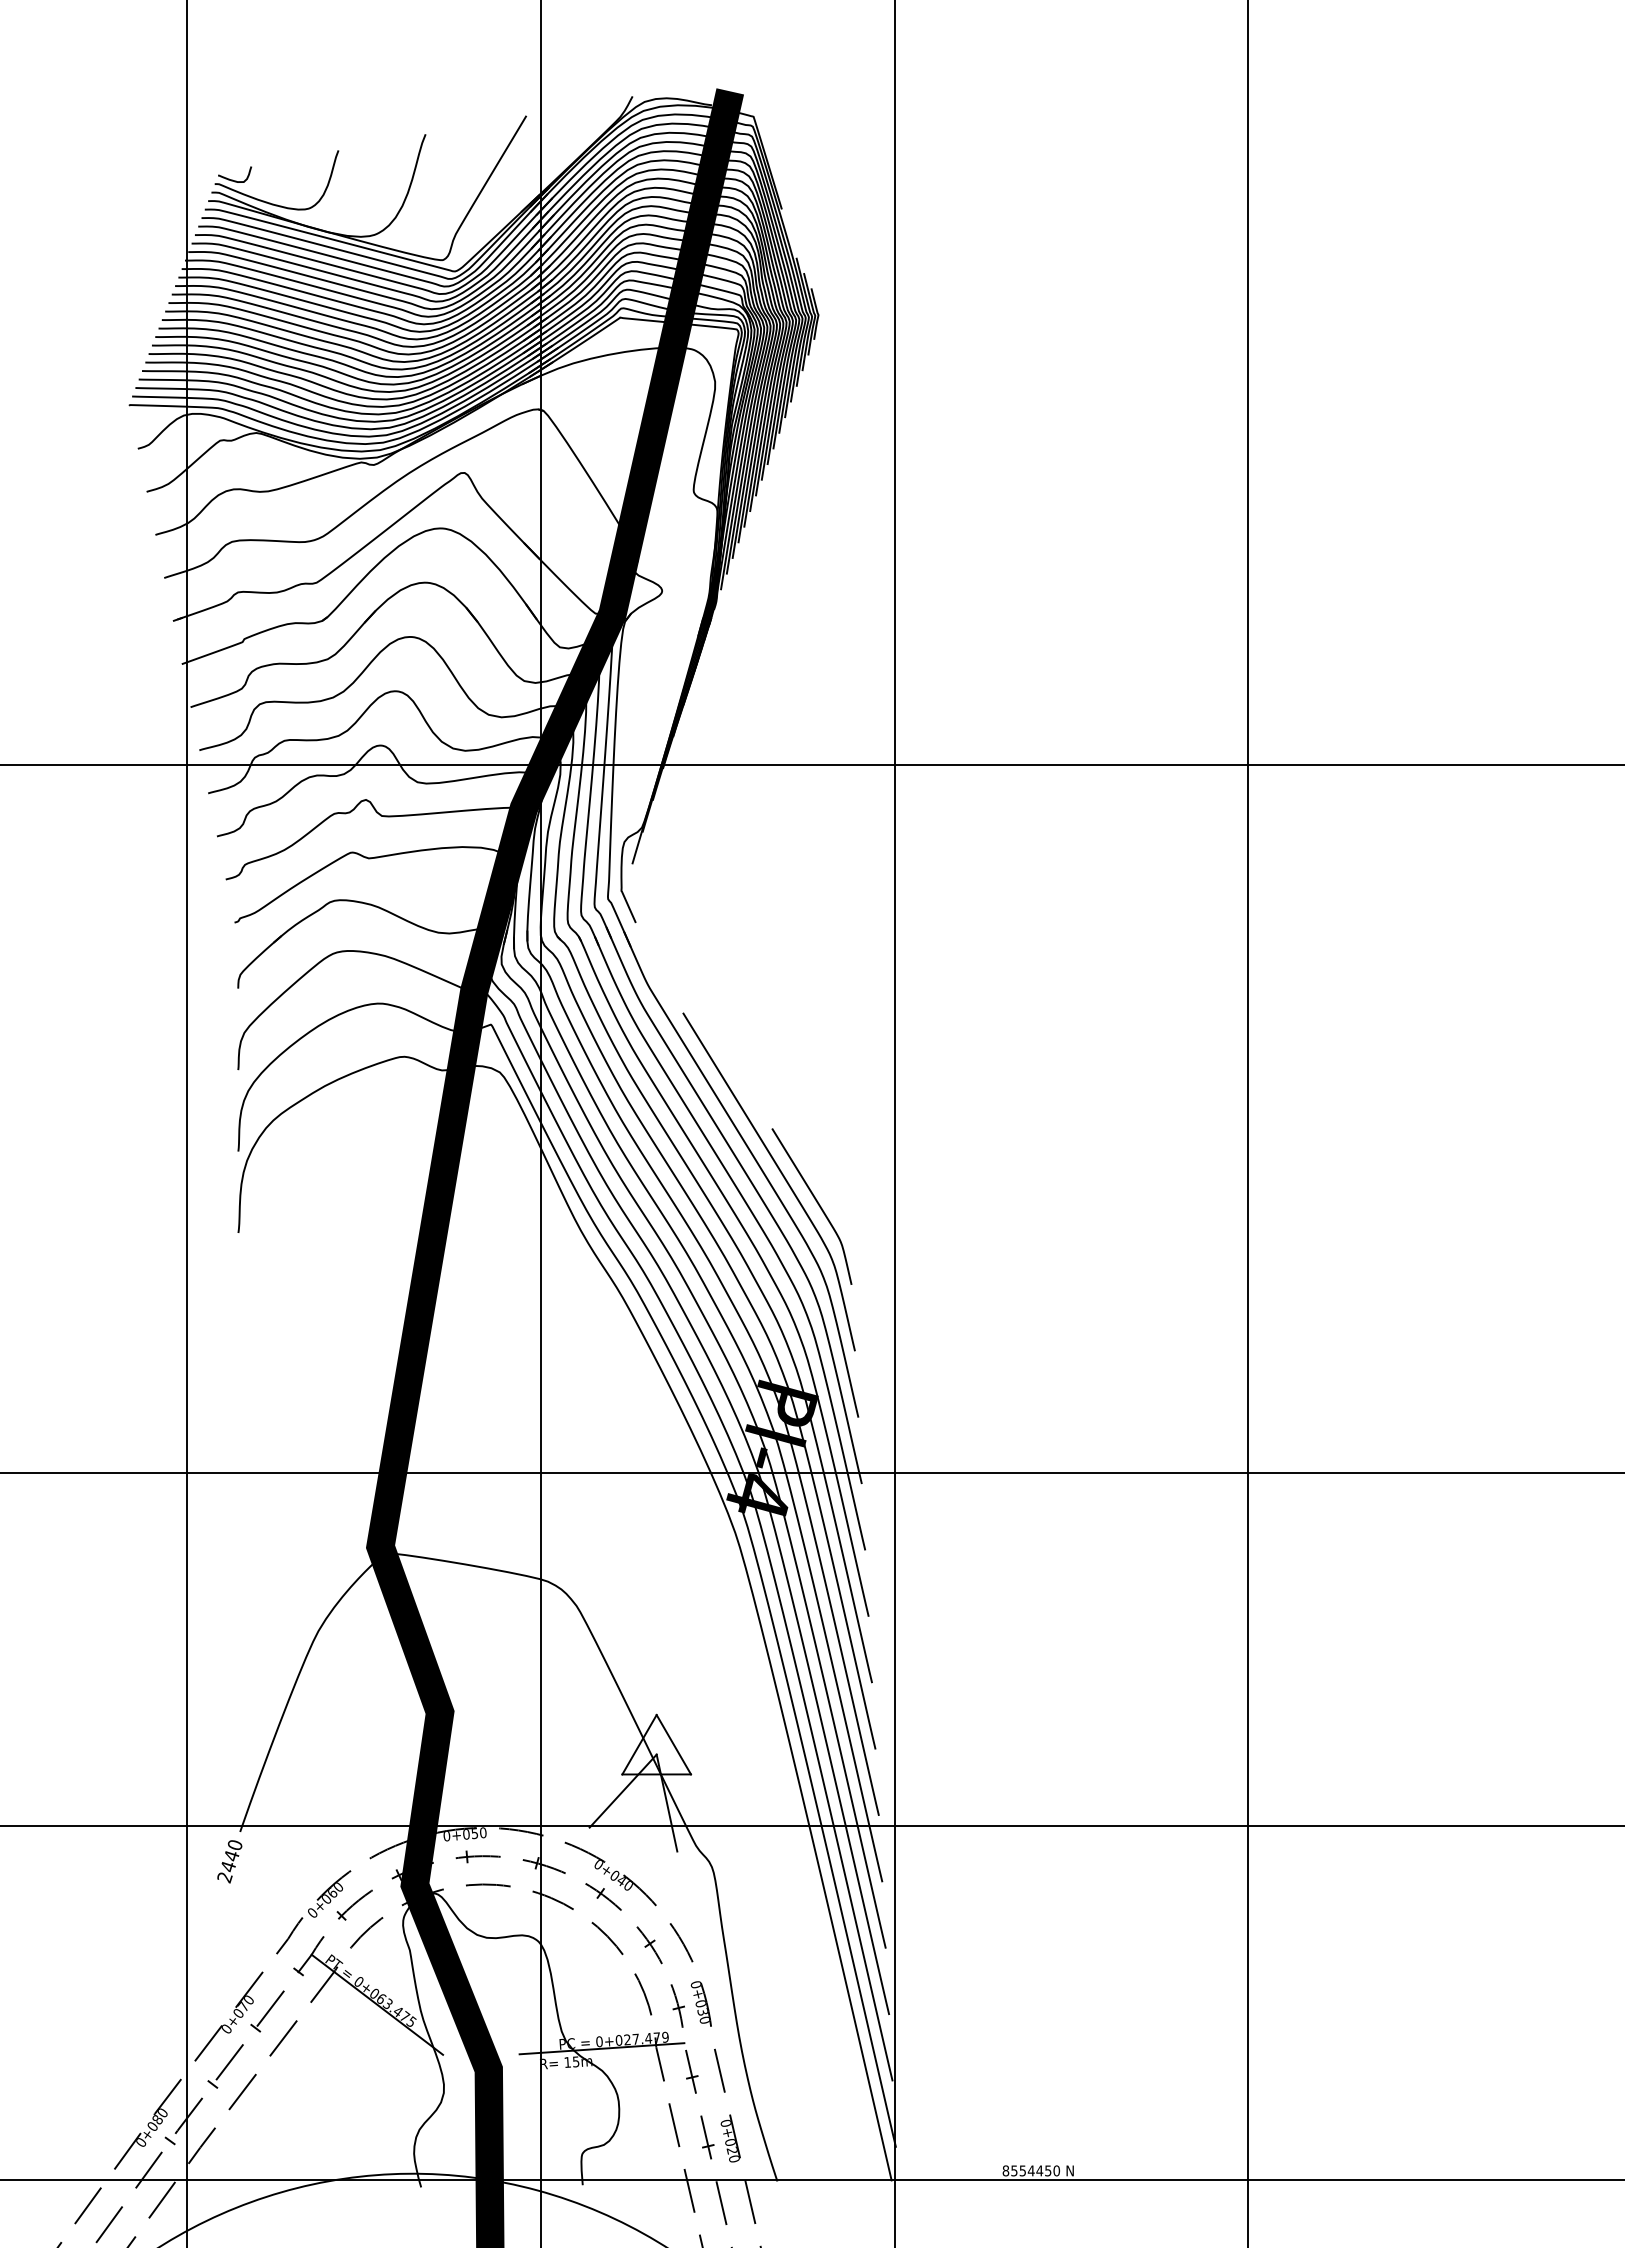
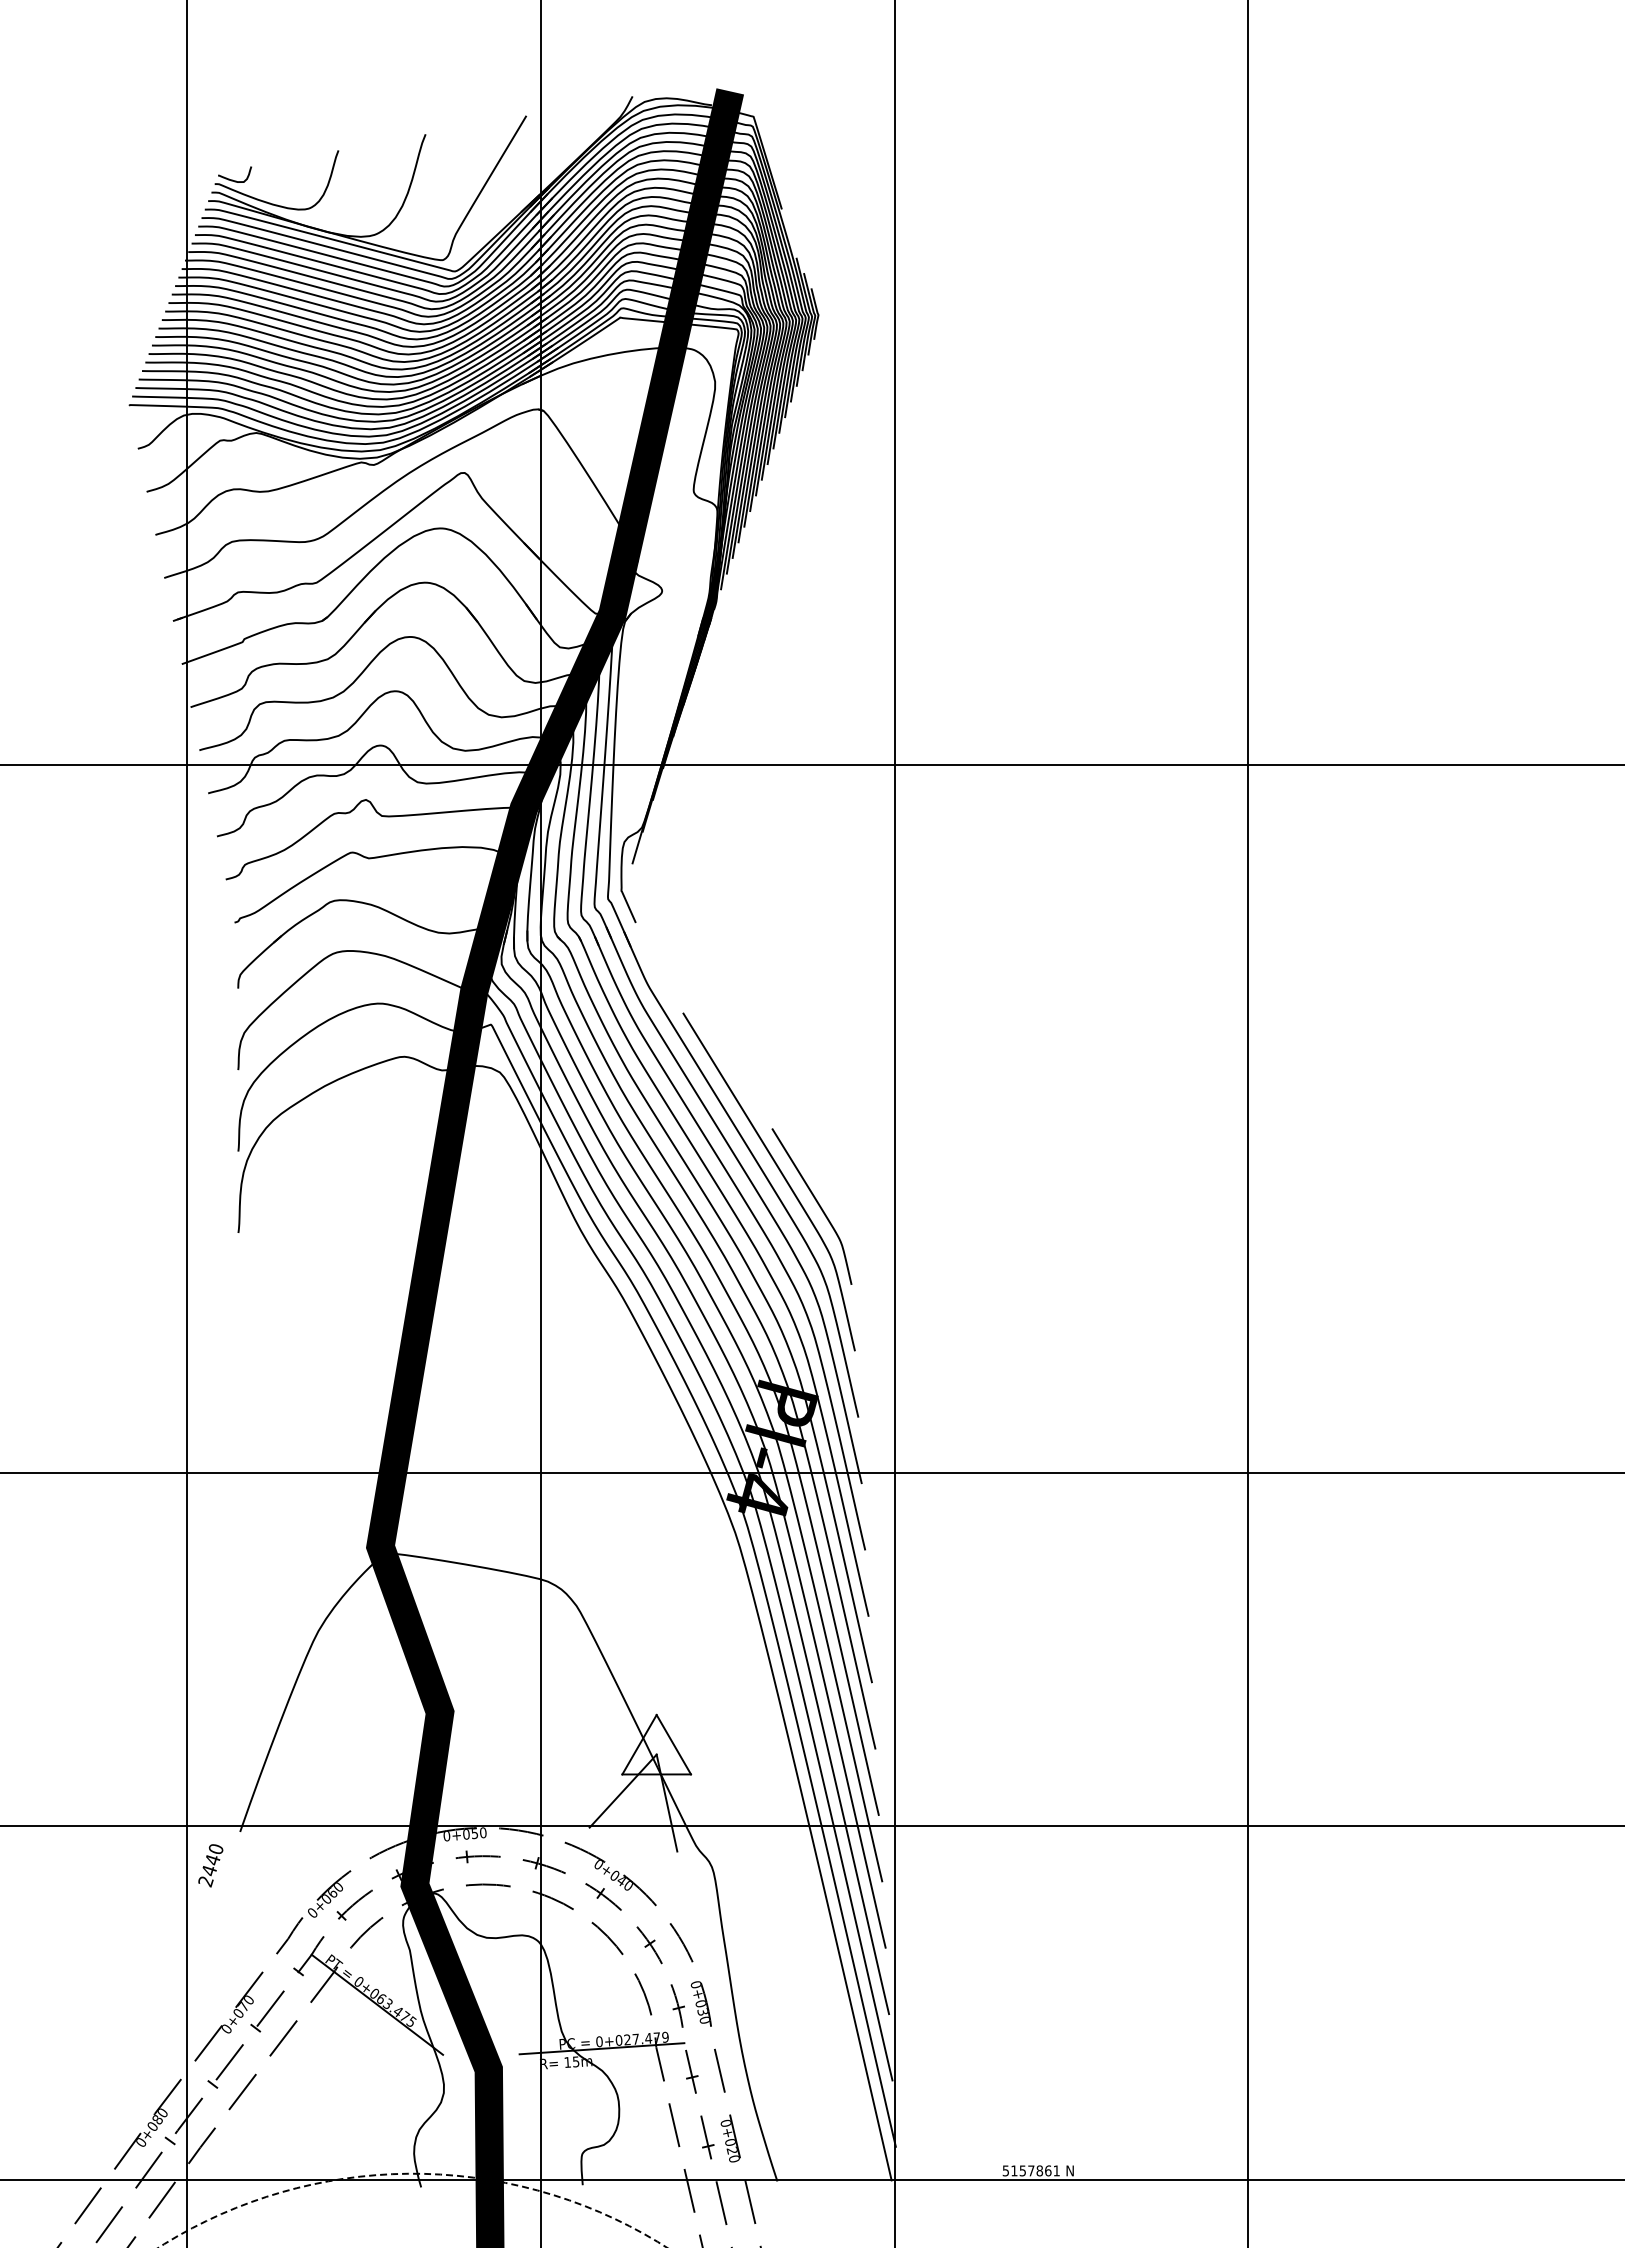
text at (229, 1861) position: (229, 1861) -> (210, 1865)
text at (1031, 2170): 8554450 -> 5157861
arc at (410, 2173): solid -> dashed
